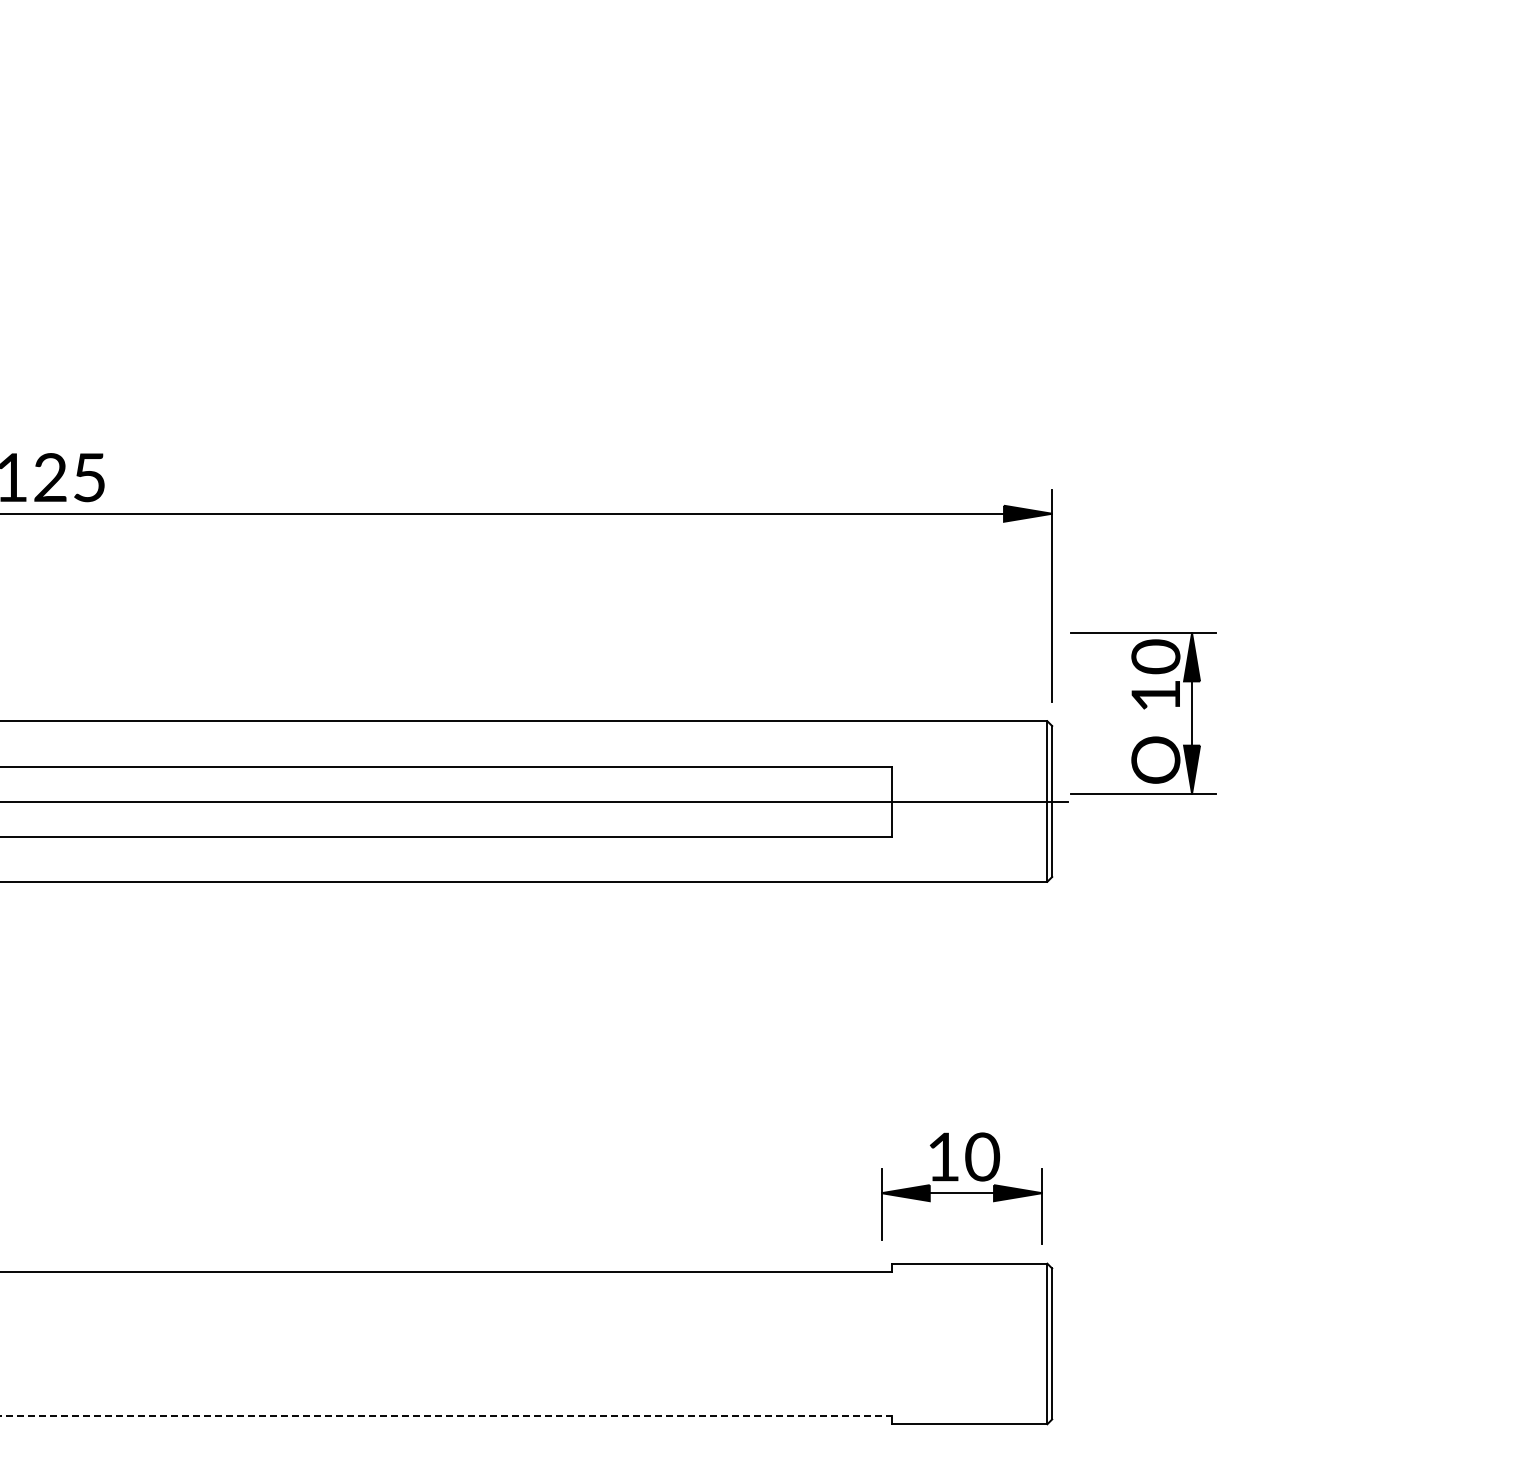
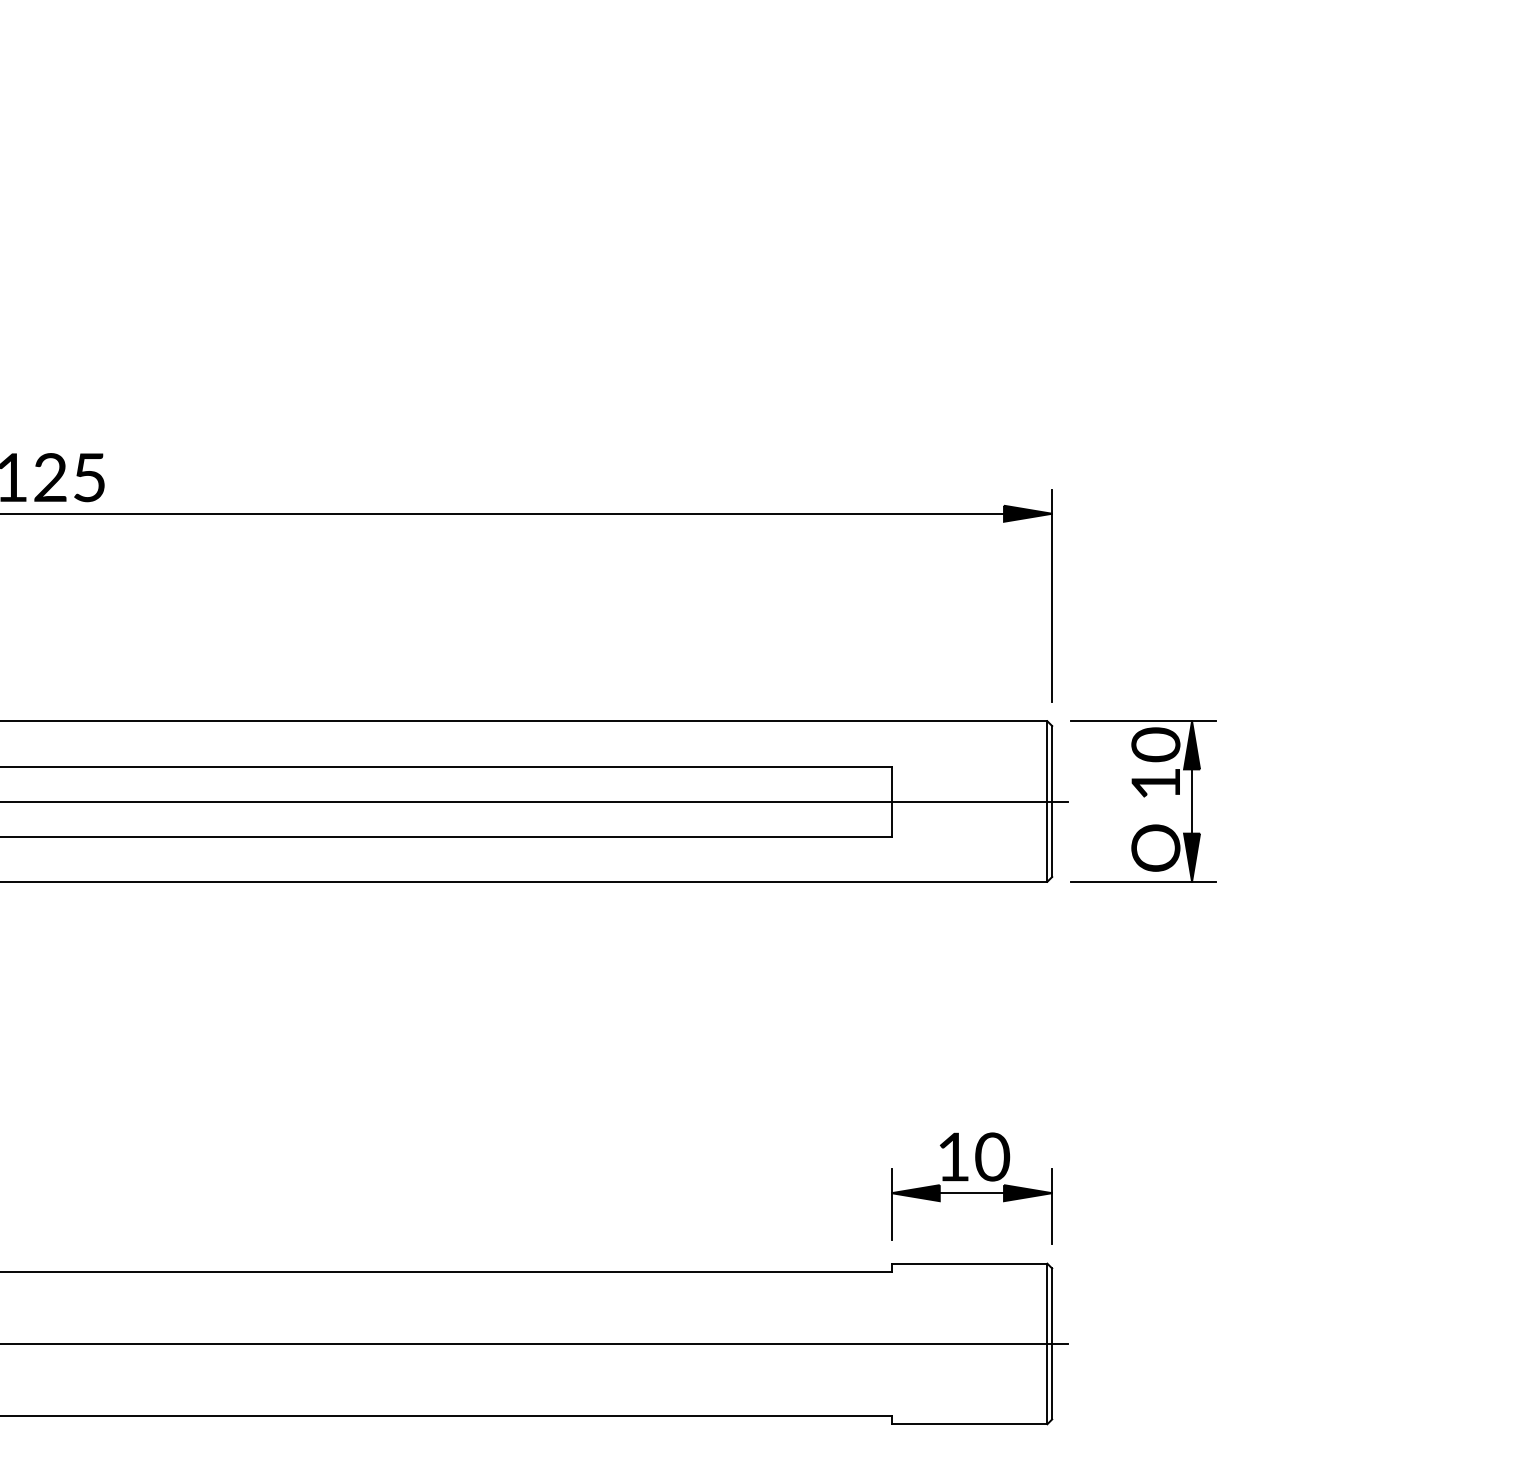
part at (1143, 713) position: (1143, 713) -> (1143, 801)
part at (961, 1188) position: (961, 1188) -> (971, 1188)
line at (535, 1343): none -> present
line at (445, 1416): dashed -> solid
